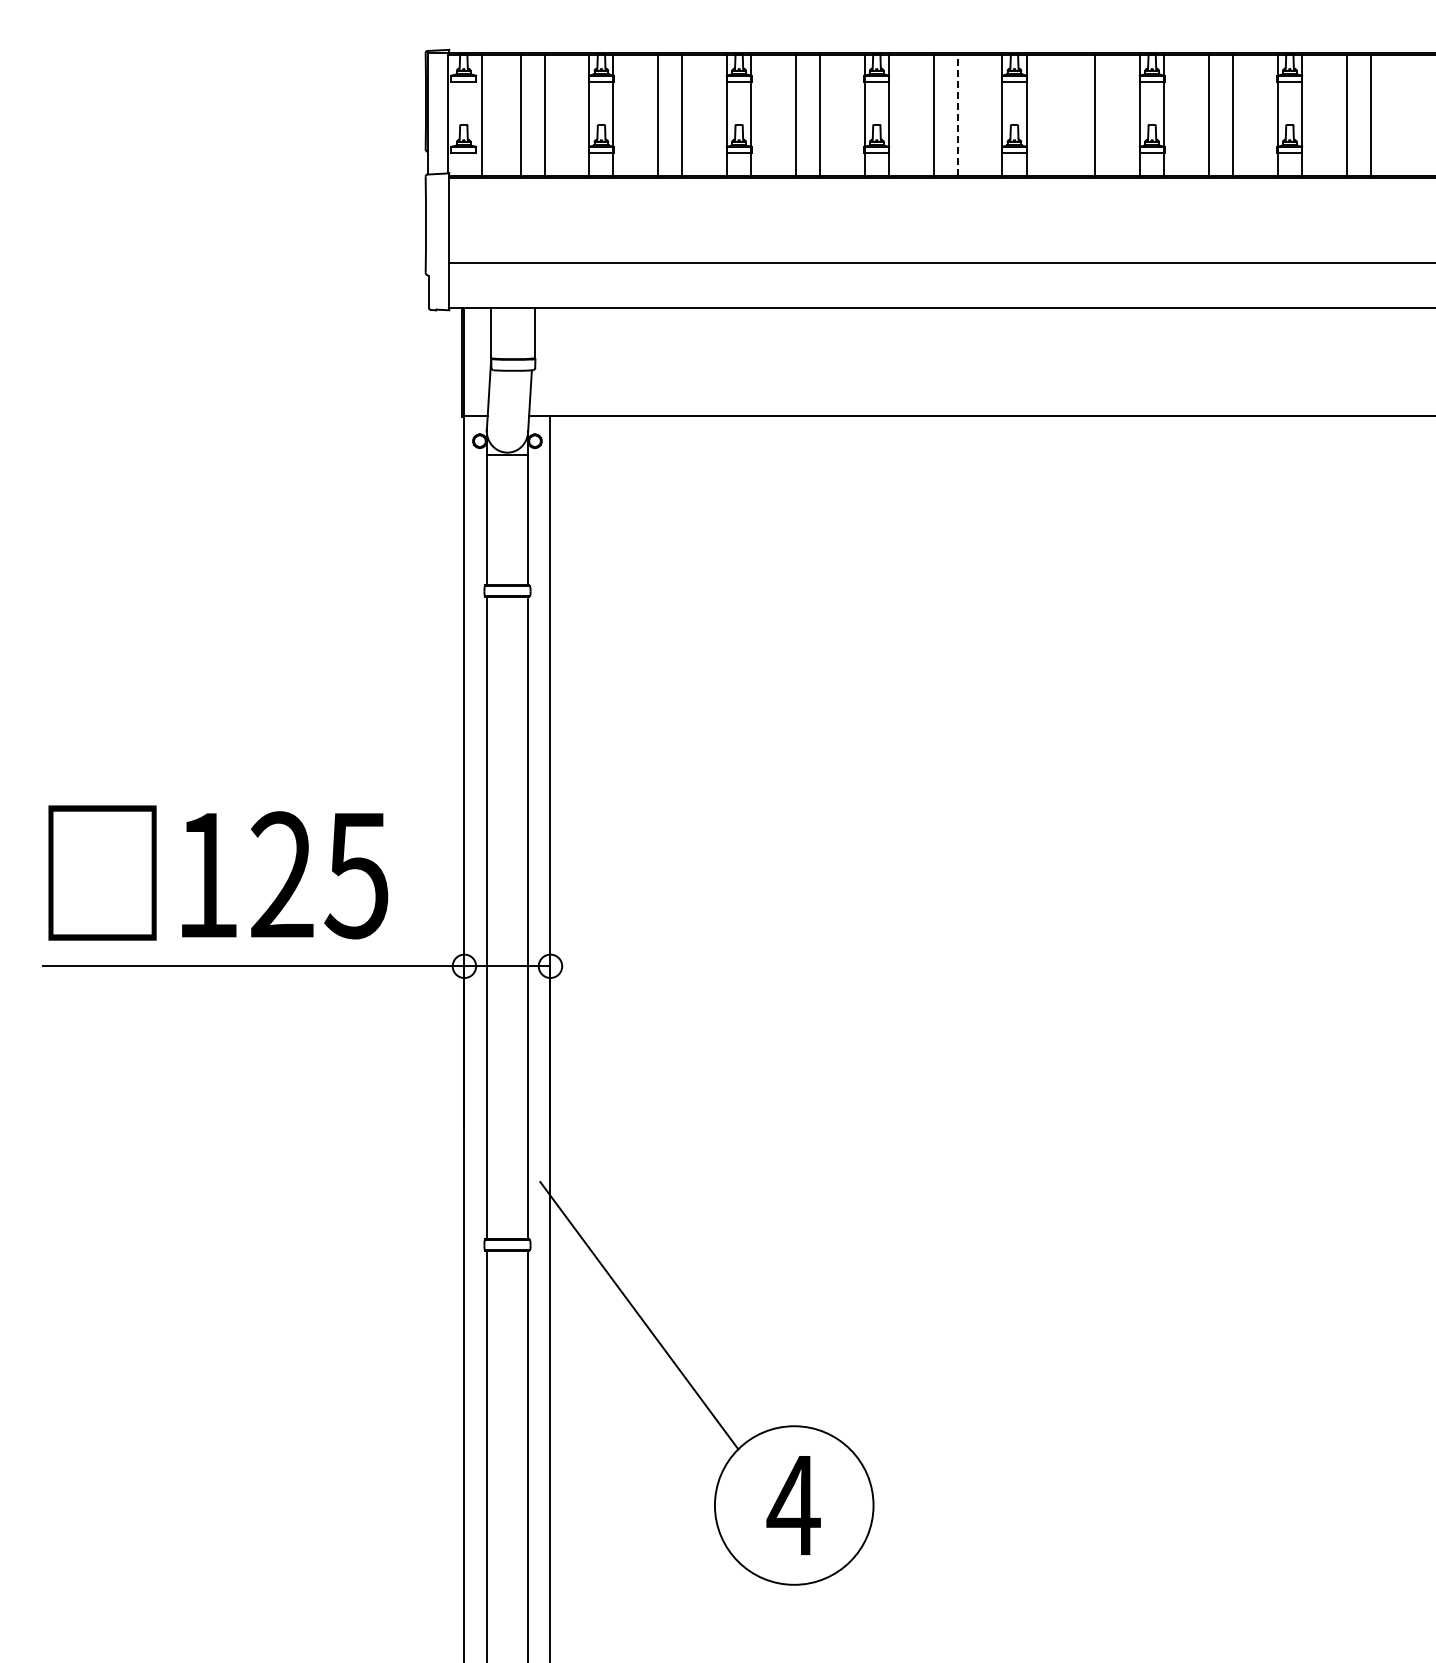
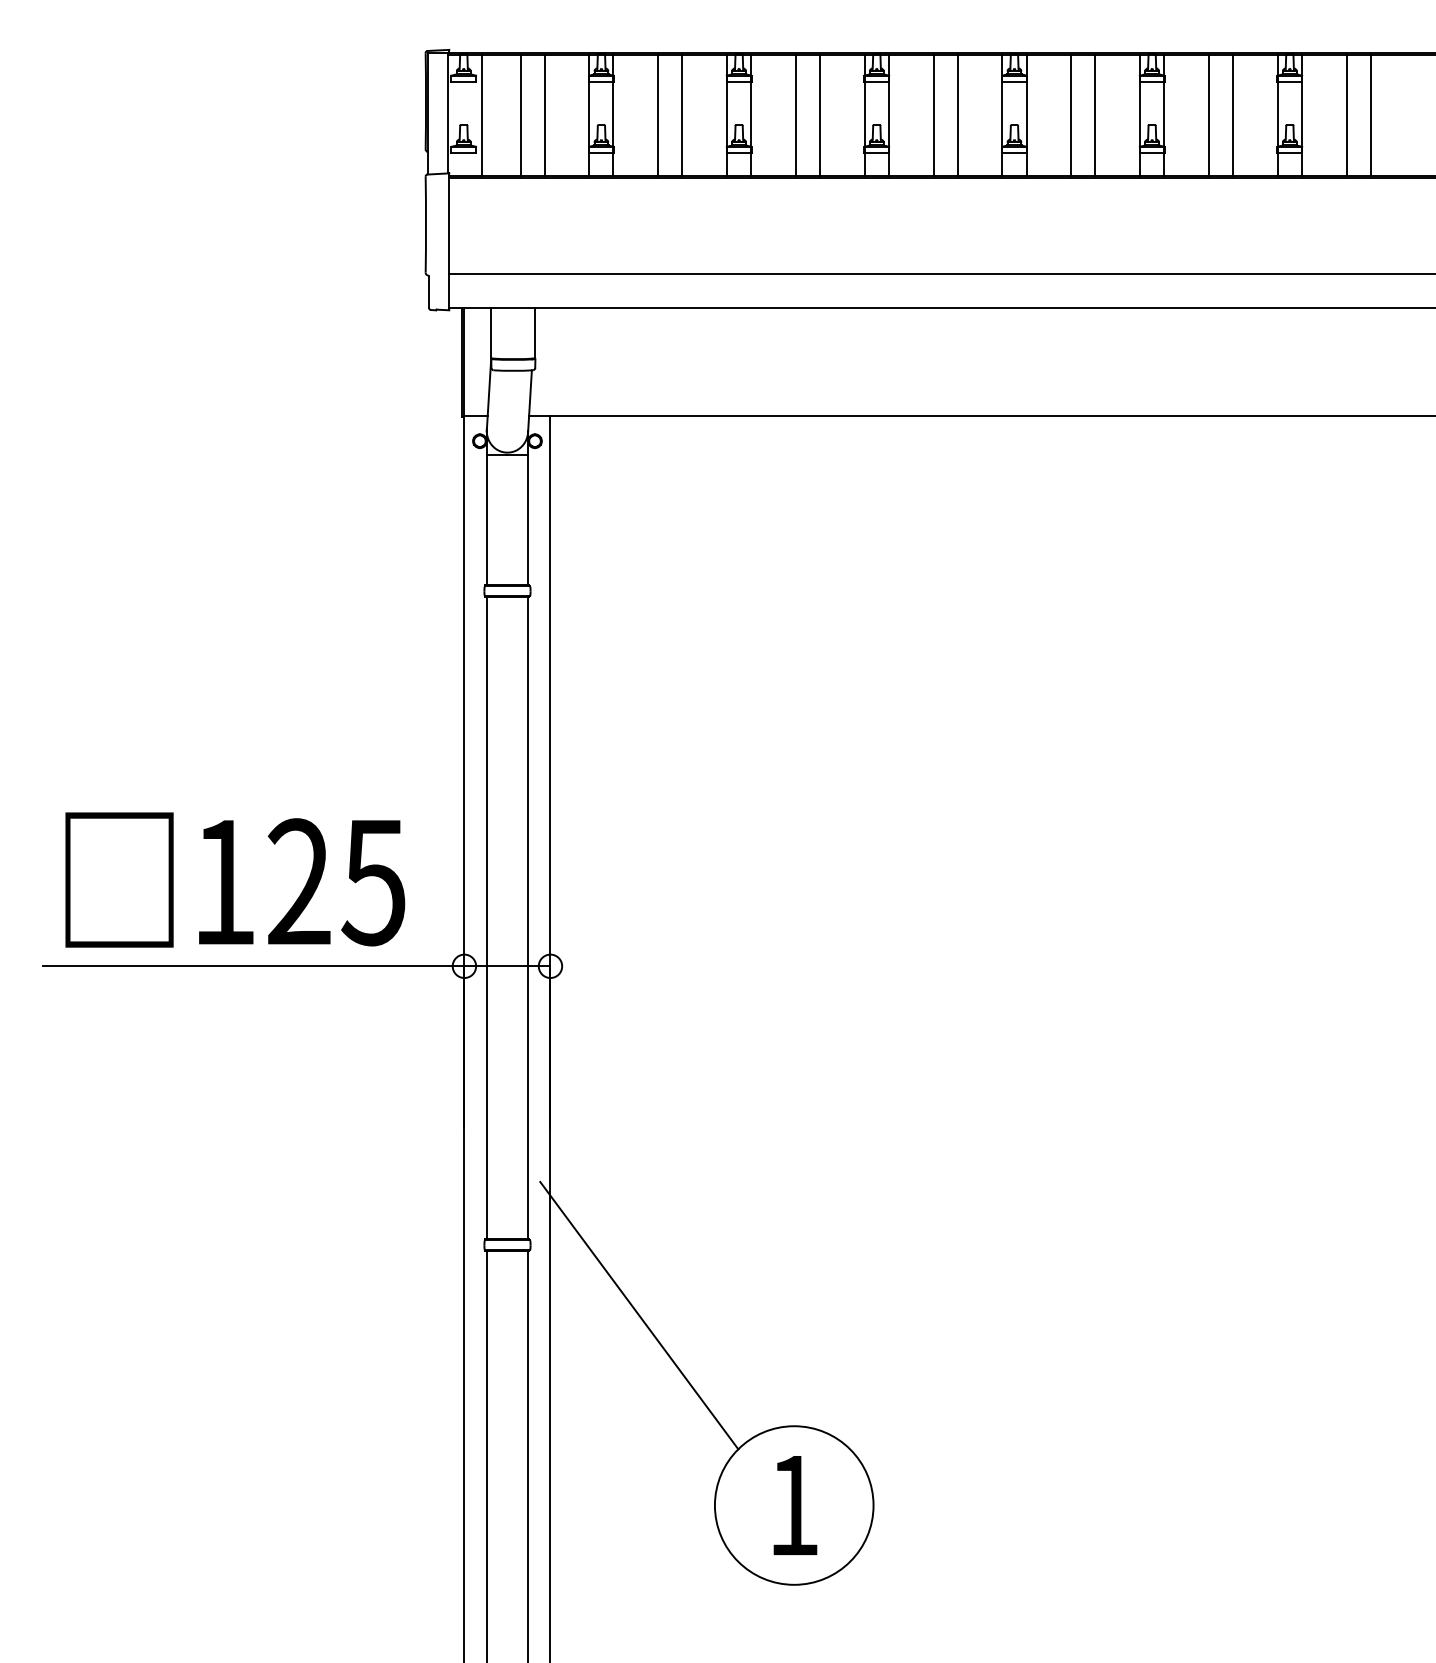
line at (957, 115): dashed -> solid
line at (1071, 115): none -> present
line at (940, 262) position: (940, 262) -> (940, 273)
text at (218, 872) position: (218, 872) -> (235, 879)
text at (793, 1505): 4 -> 1
